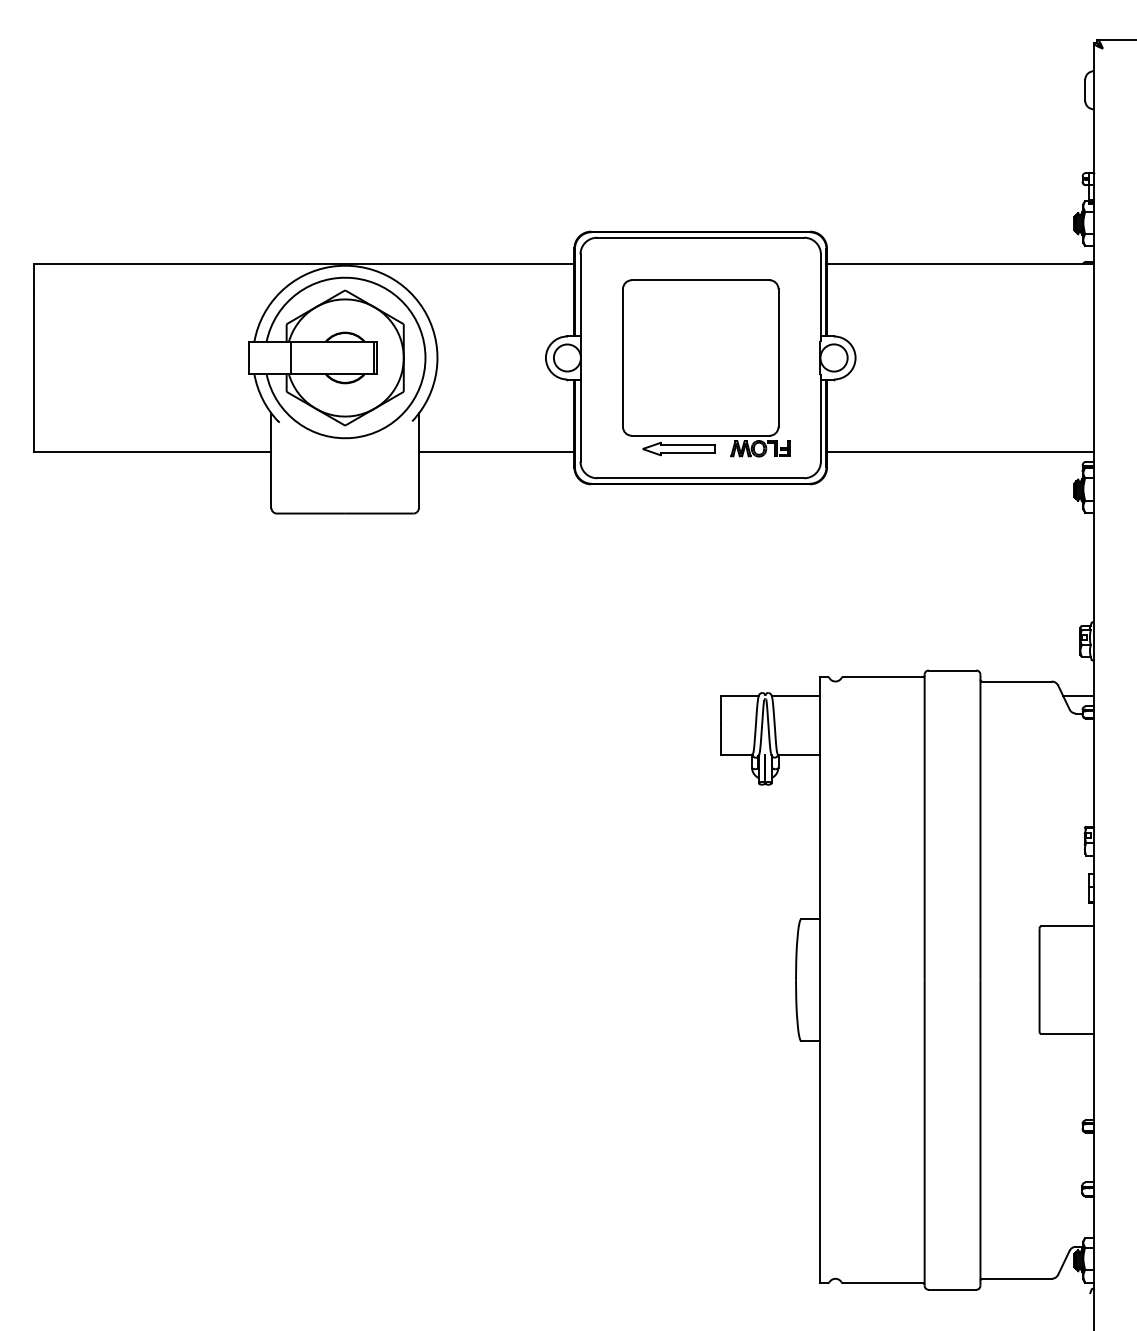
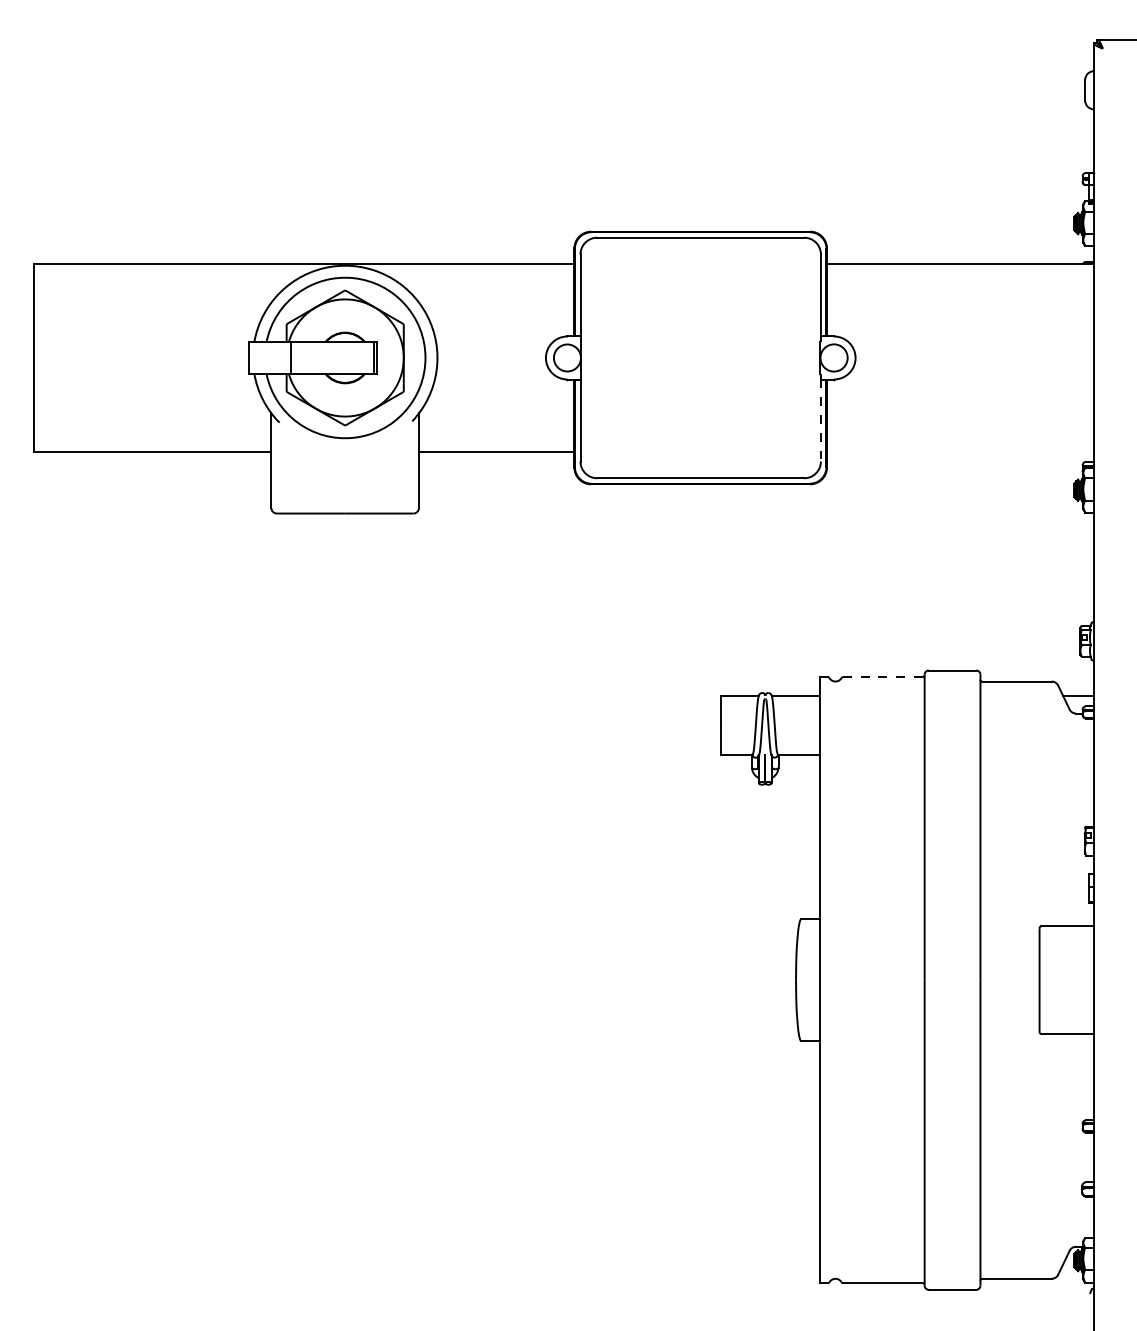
part at (706, 368): present -> none
line at (820, 421): solid -> dashed
line at (960, 452): present -> none
line at (882, 677): solid -> dashed
